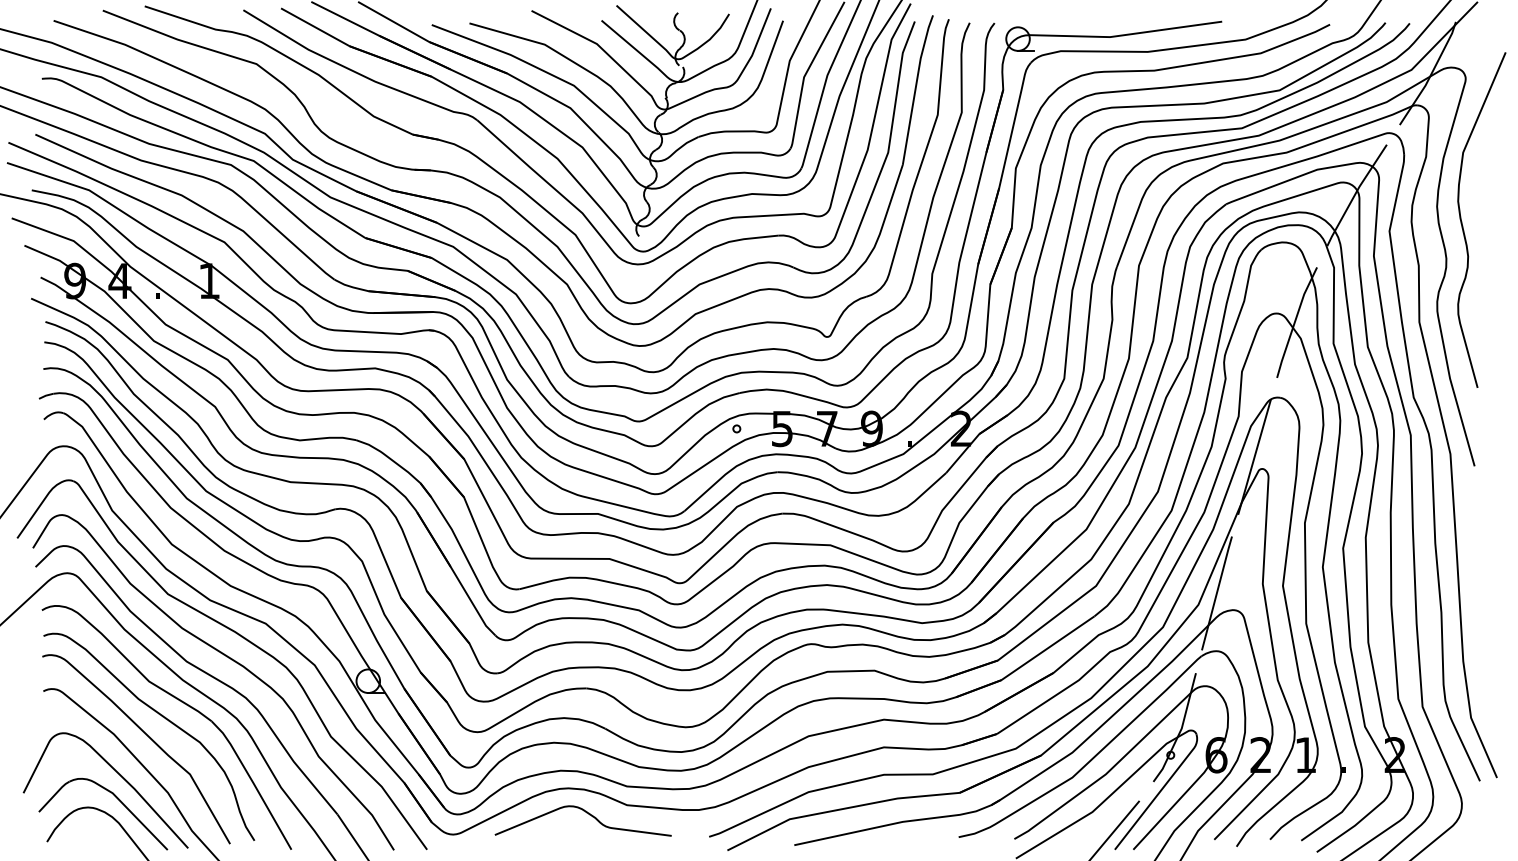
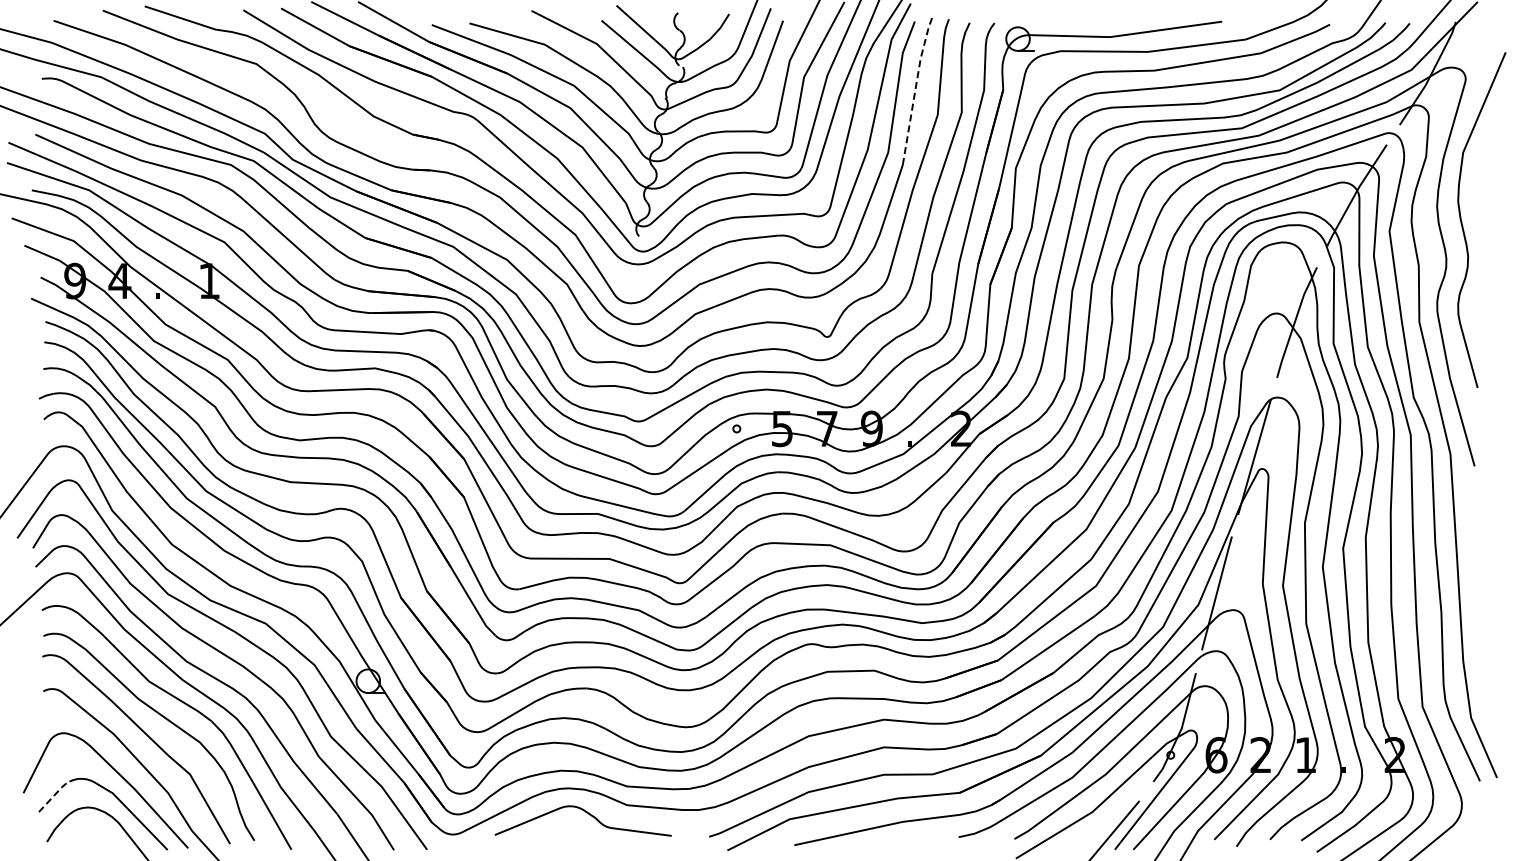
line at (915, 87): solid -> dashed
line at (54, 794): solid -> dashed
